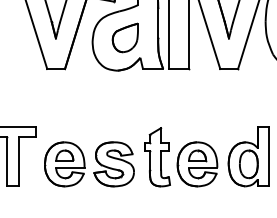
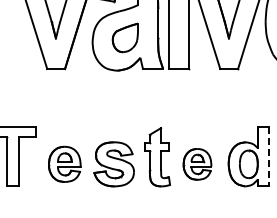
line at (269, 157): solid -> dashed
part at (64, 164) size: 42x47 px -> 34x38 px
part at (197, 164) size: 43x47 px -> 31x33 px
